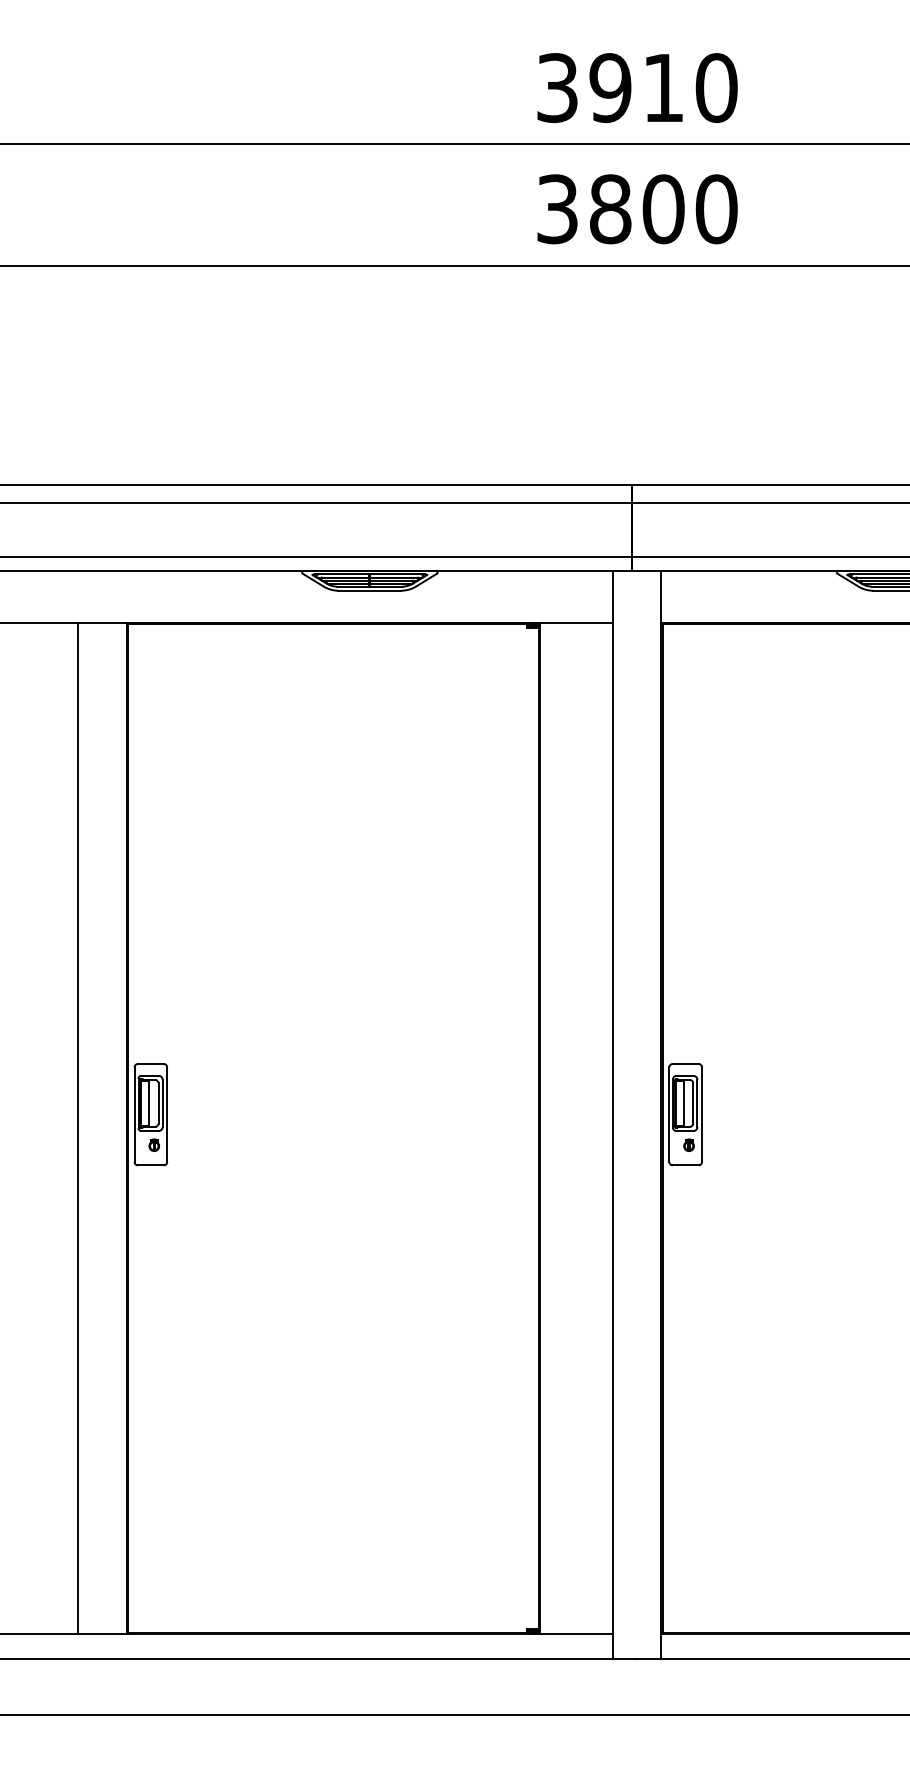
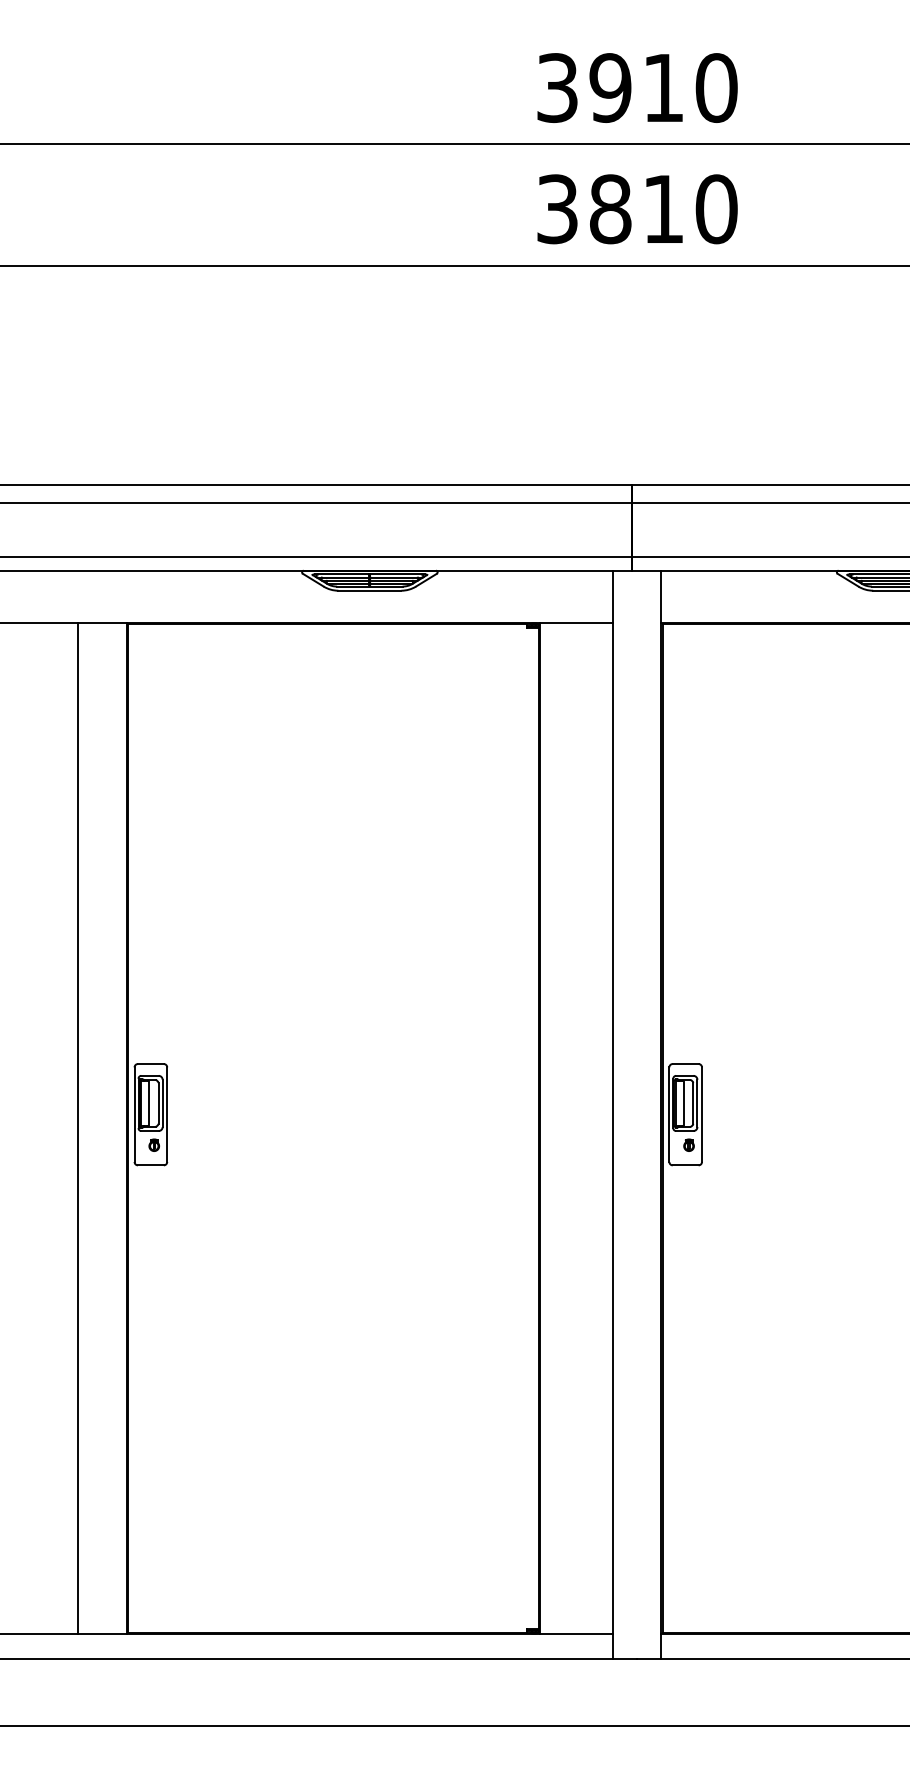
text at (663, 209): 3800 -> 3810
line at (454, 1714) position: (454, 1714) -> (454, 1725)
